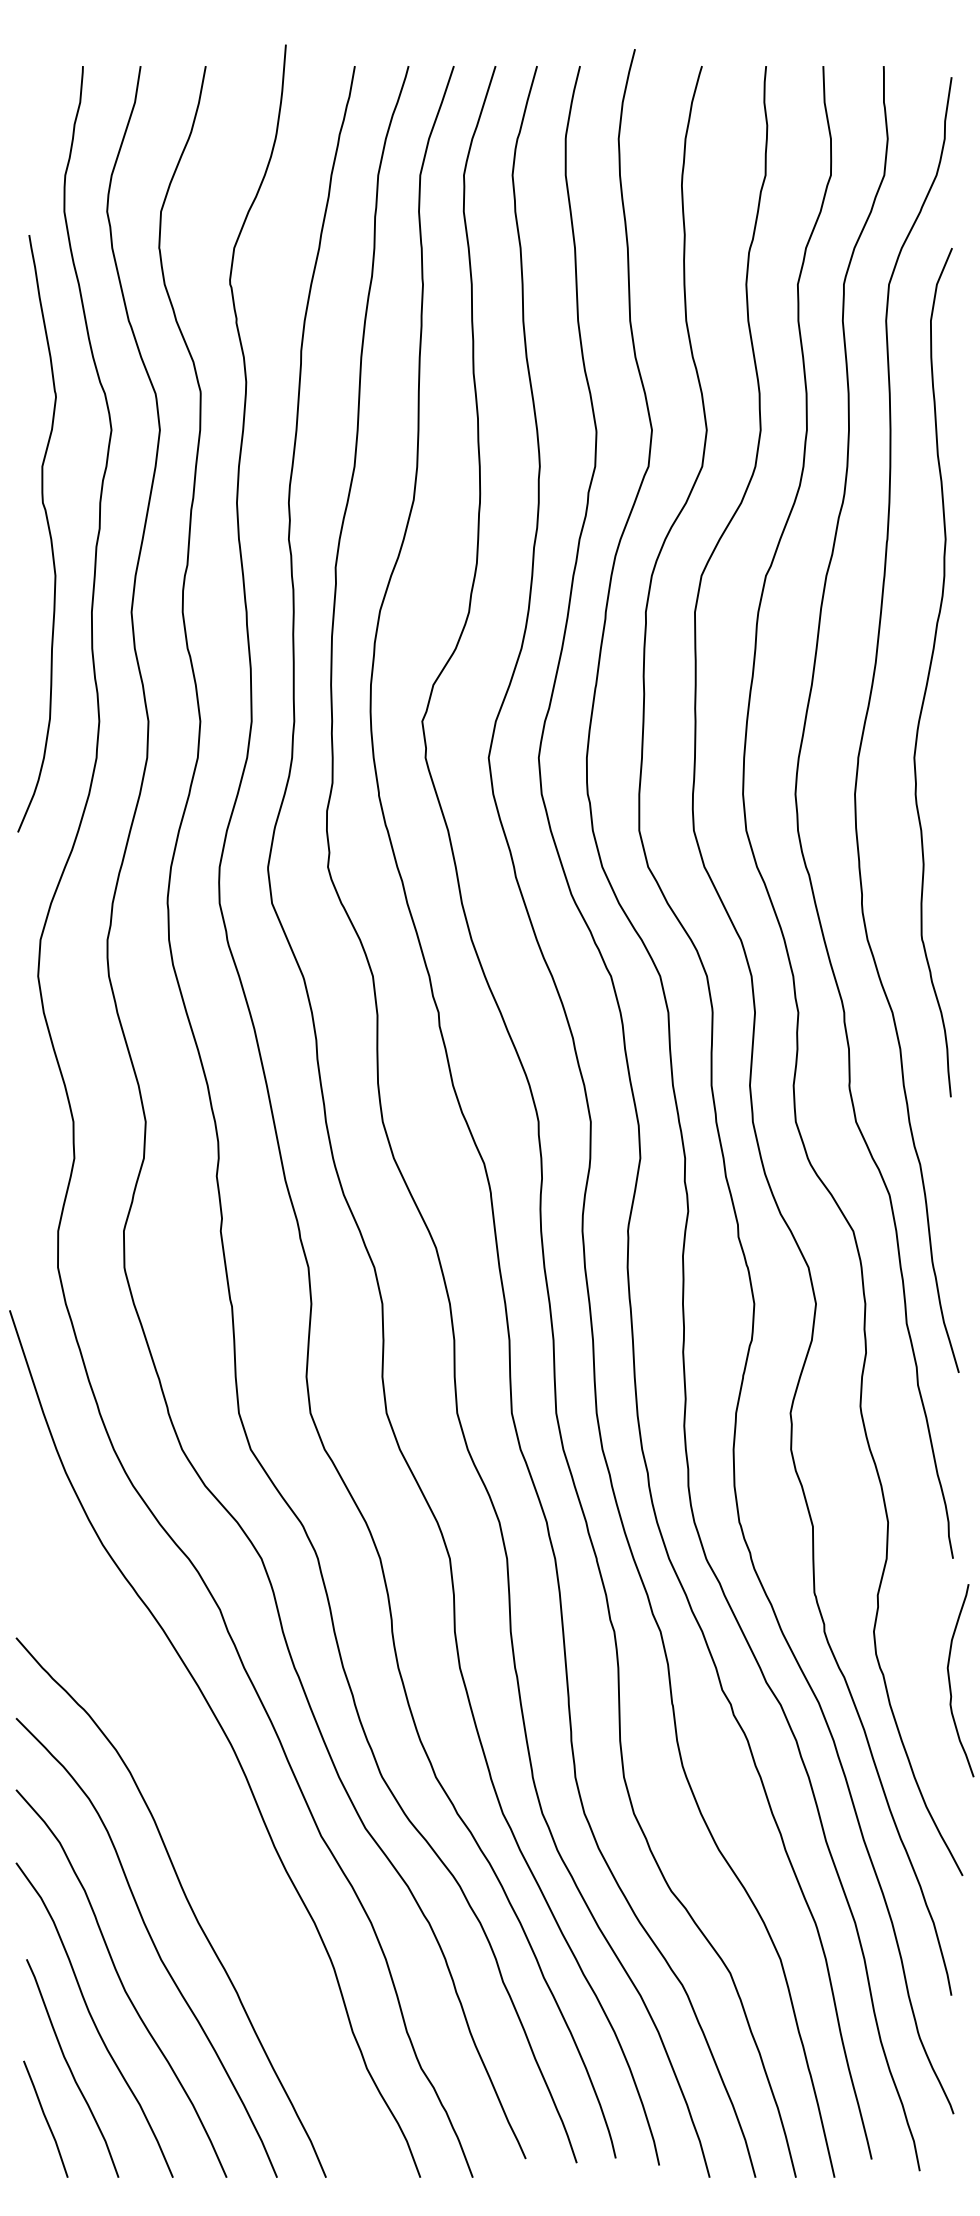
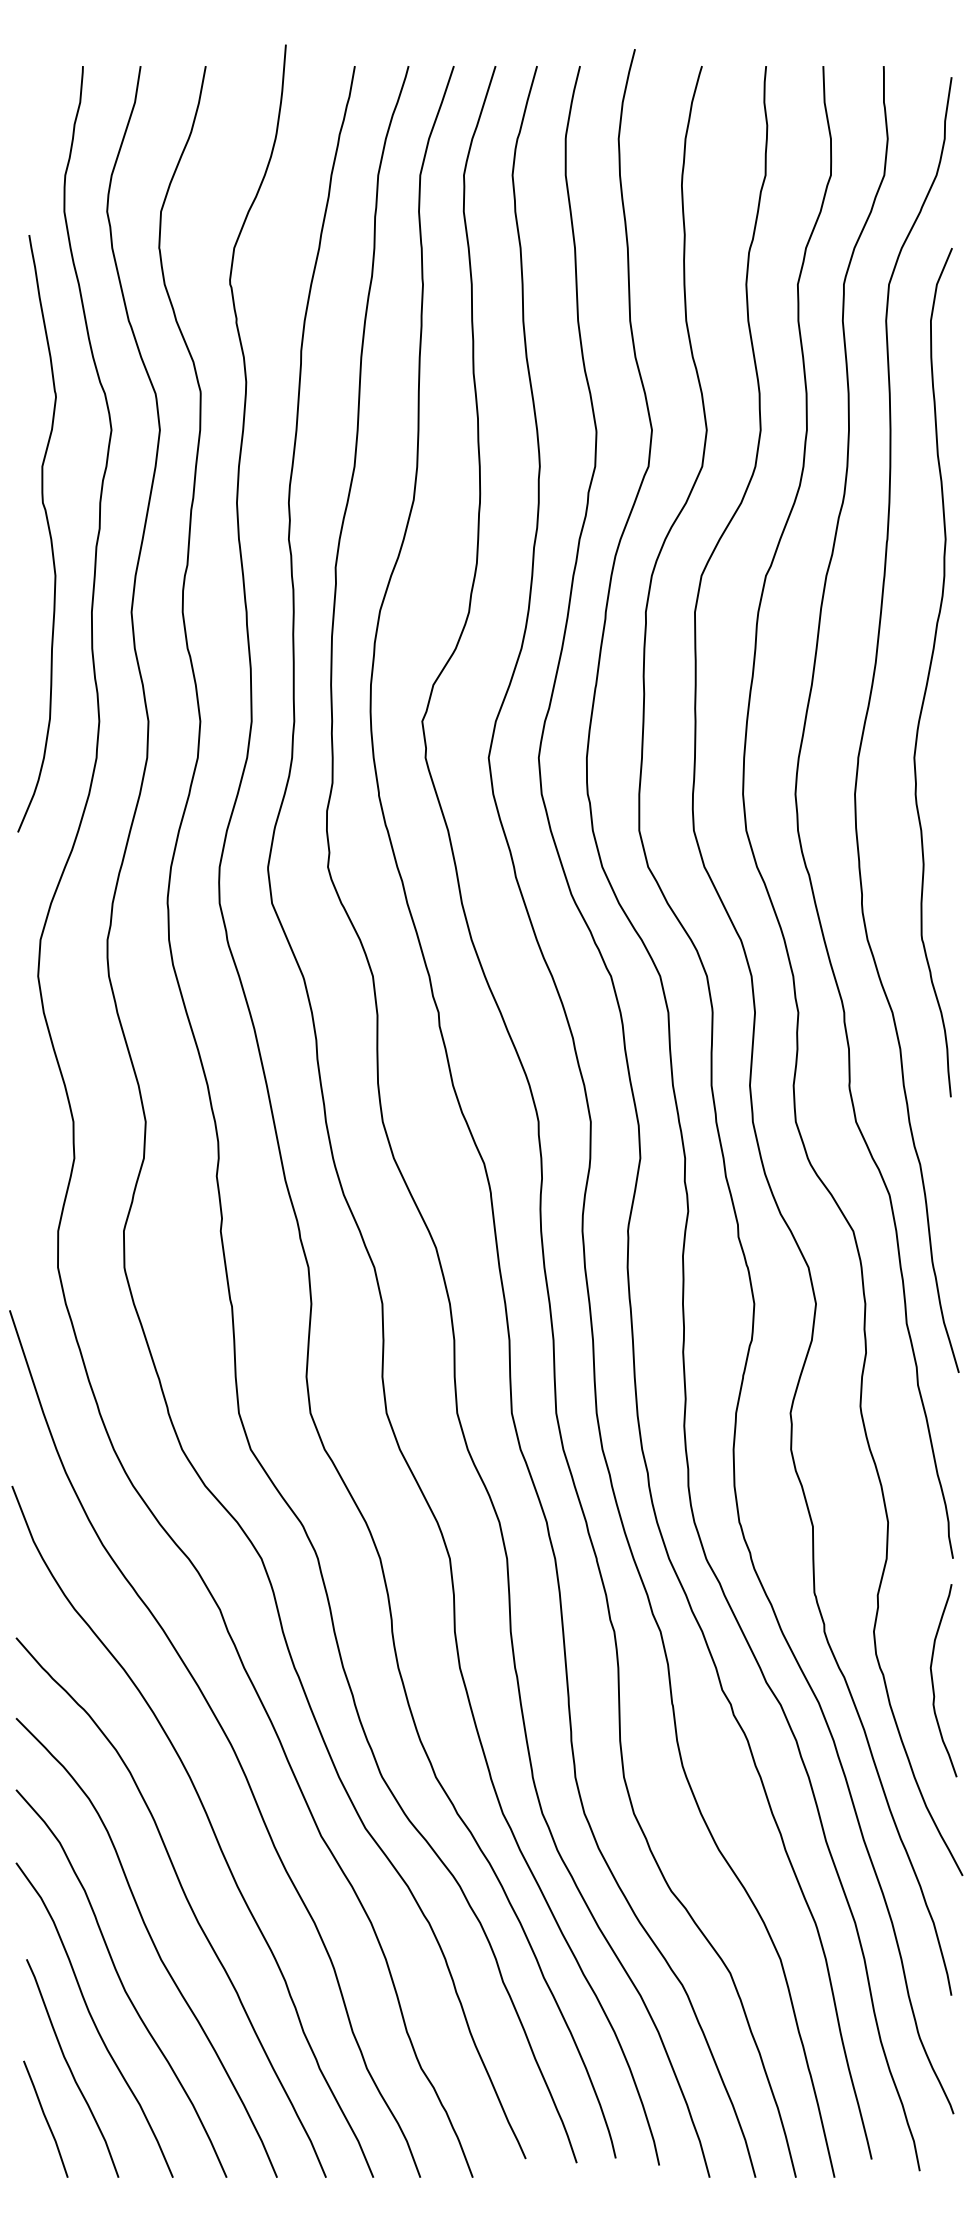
curve at (950, 1680) position: (950, 1680) -> (933, 1680)
curve at (209, 1824): none -> present
